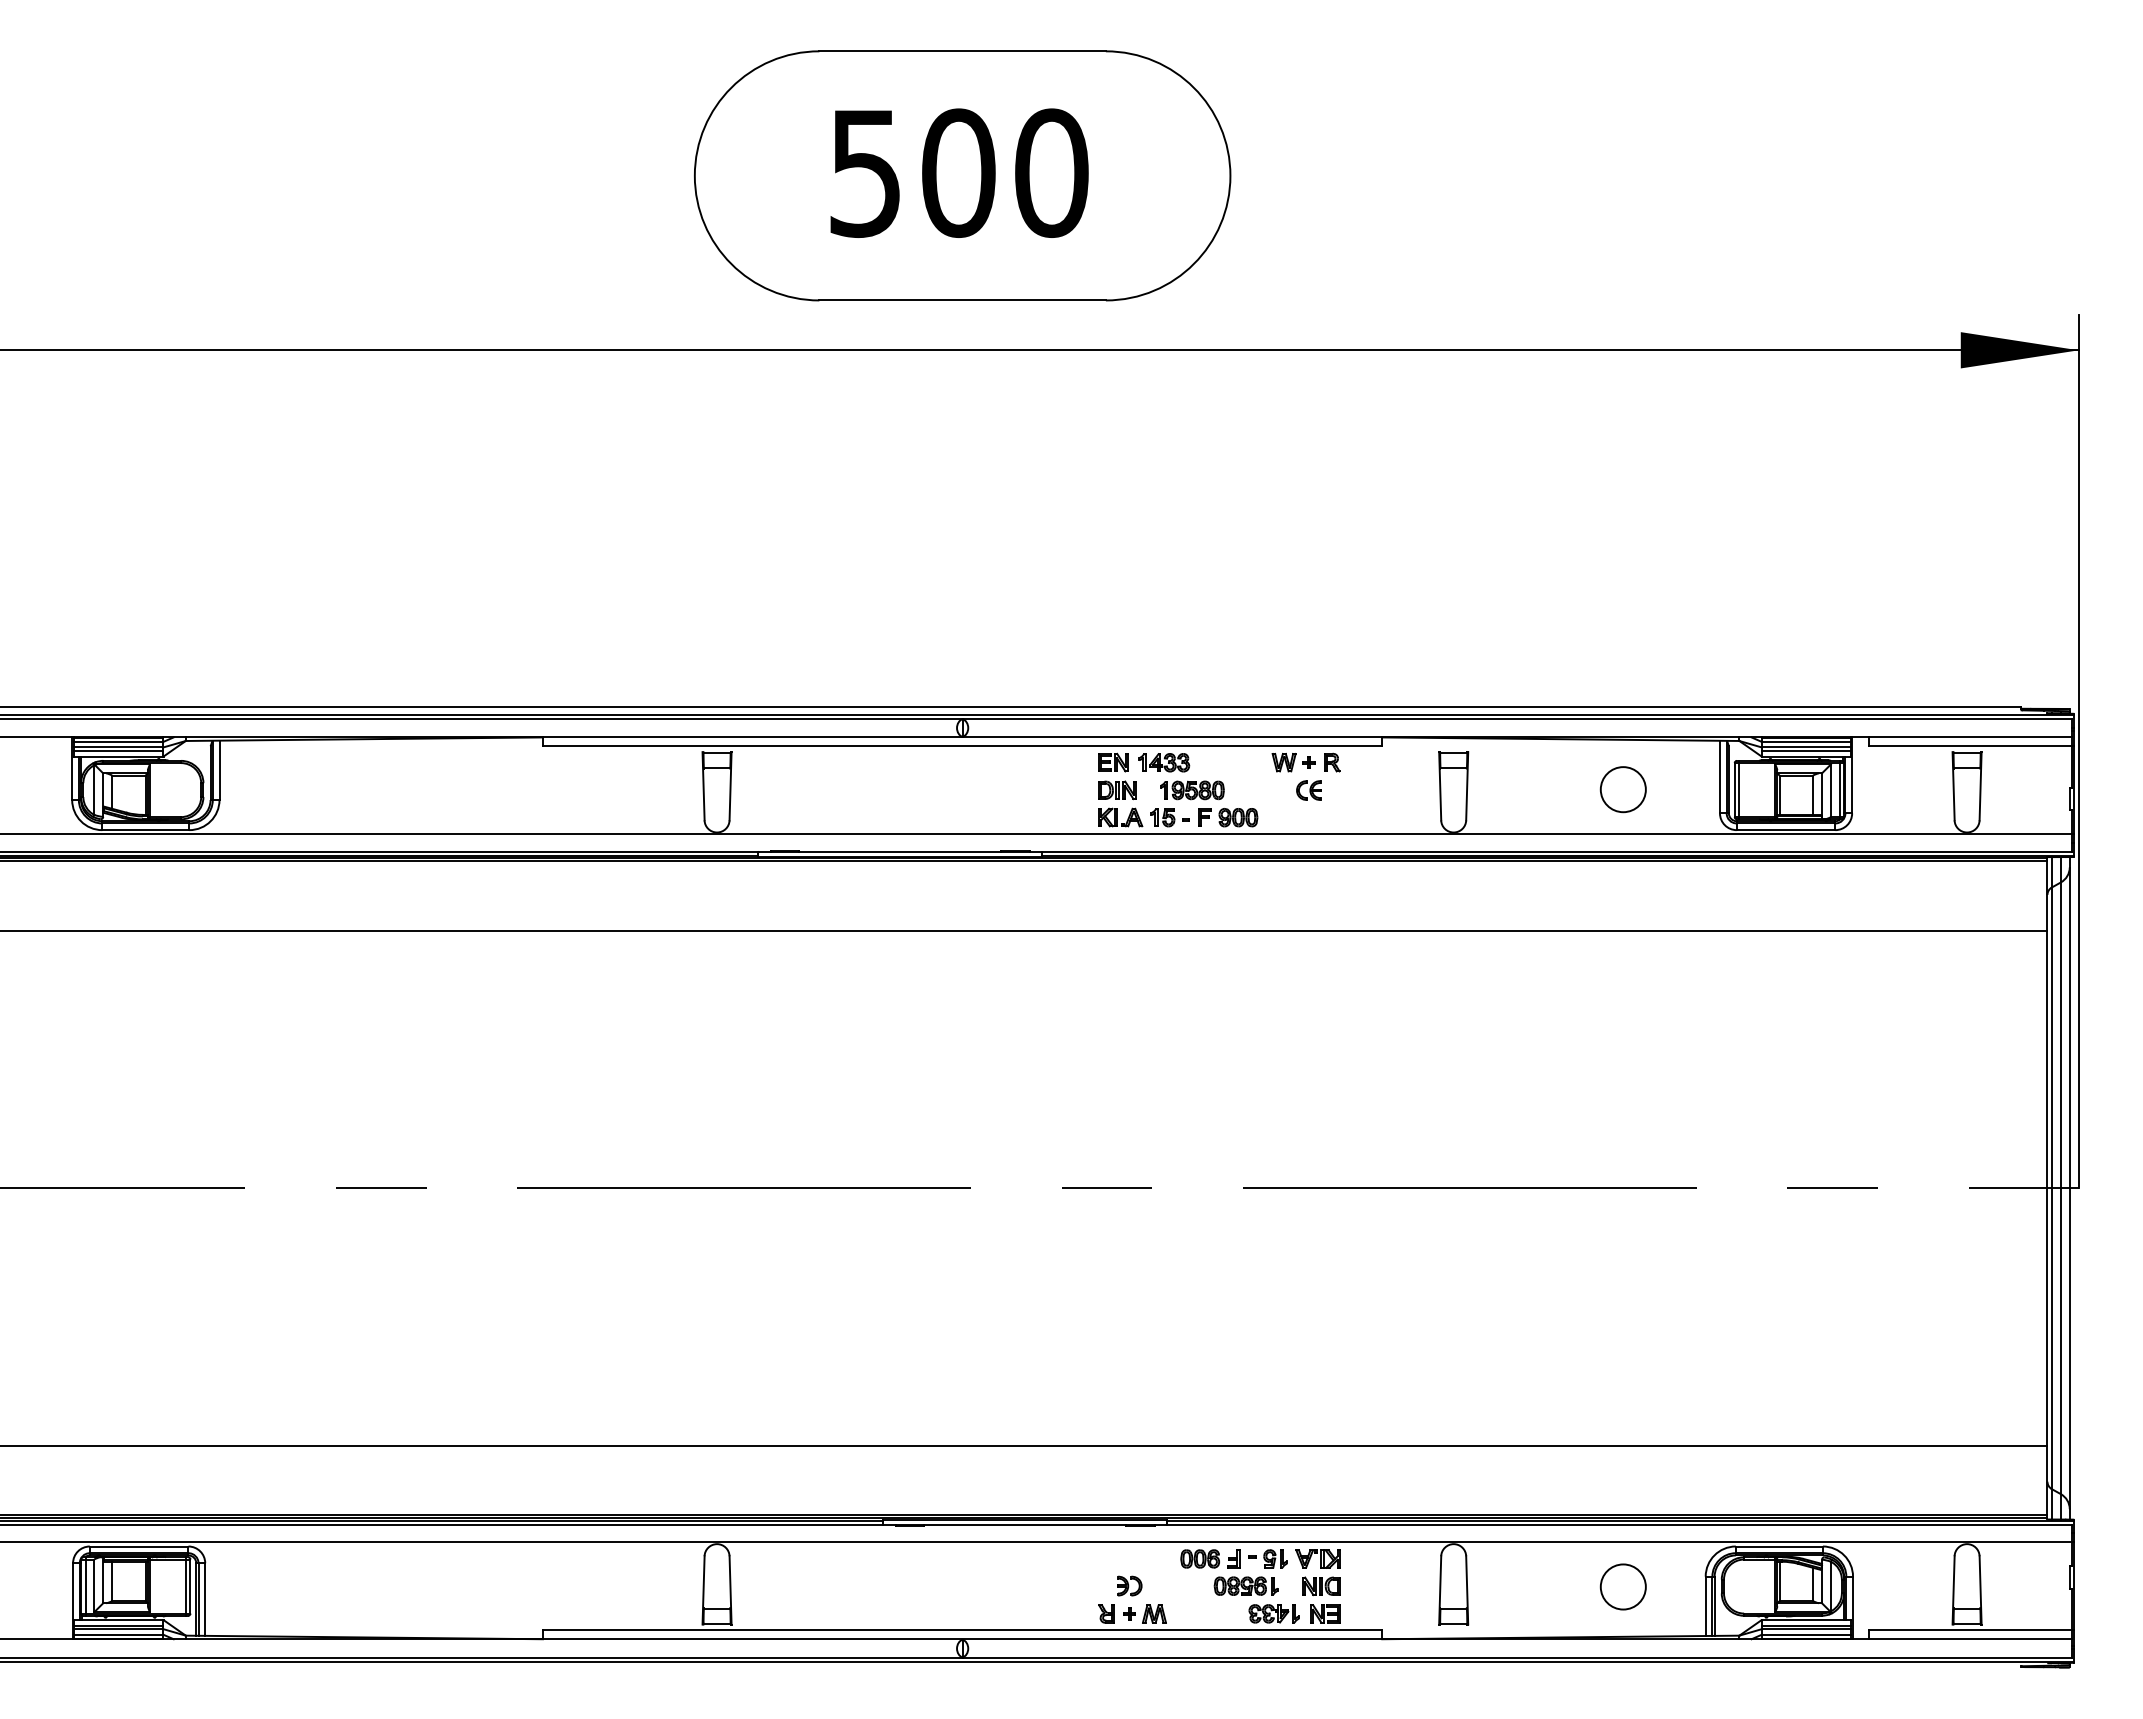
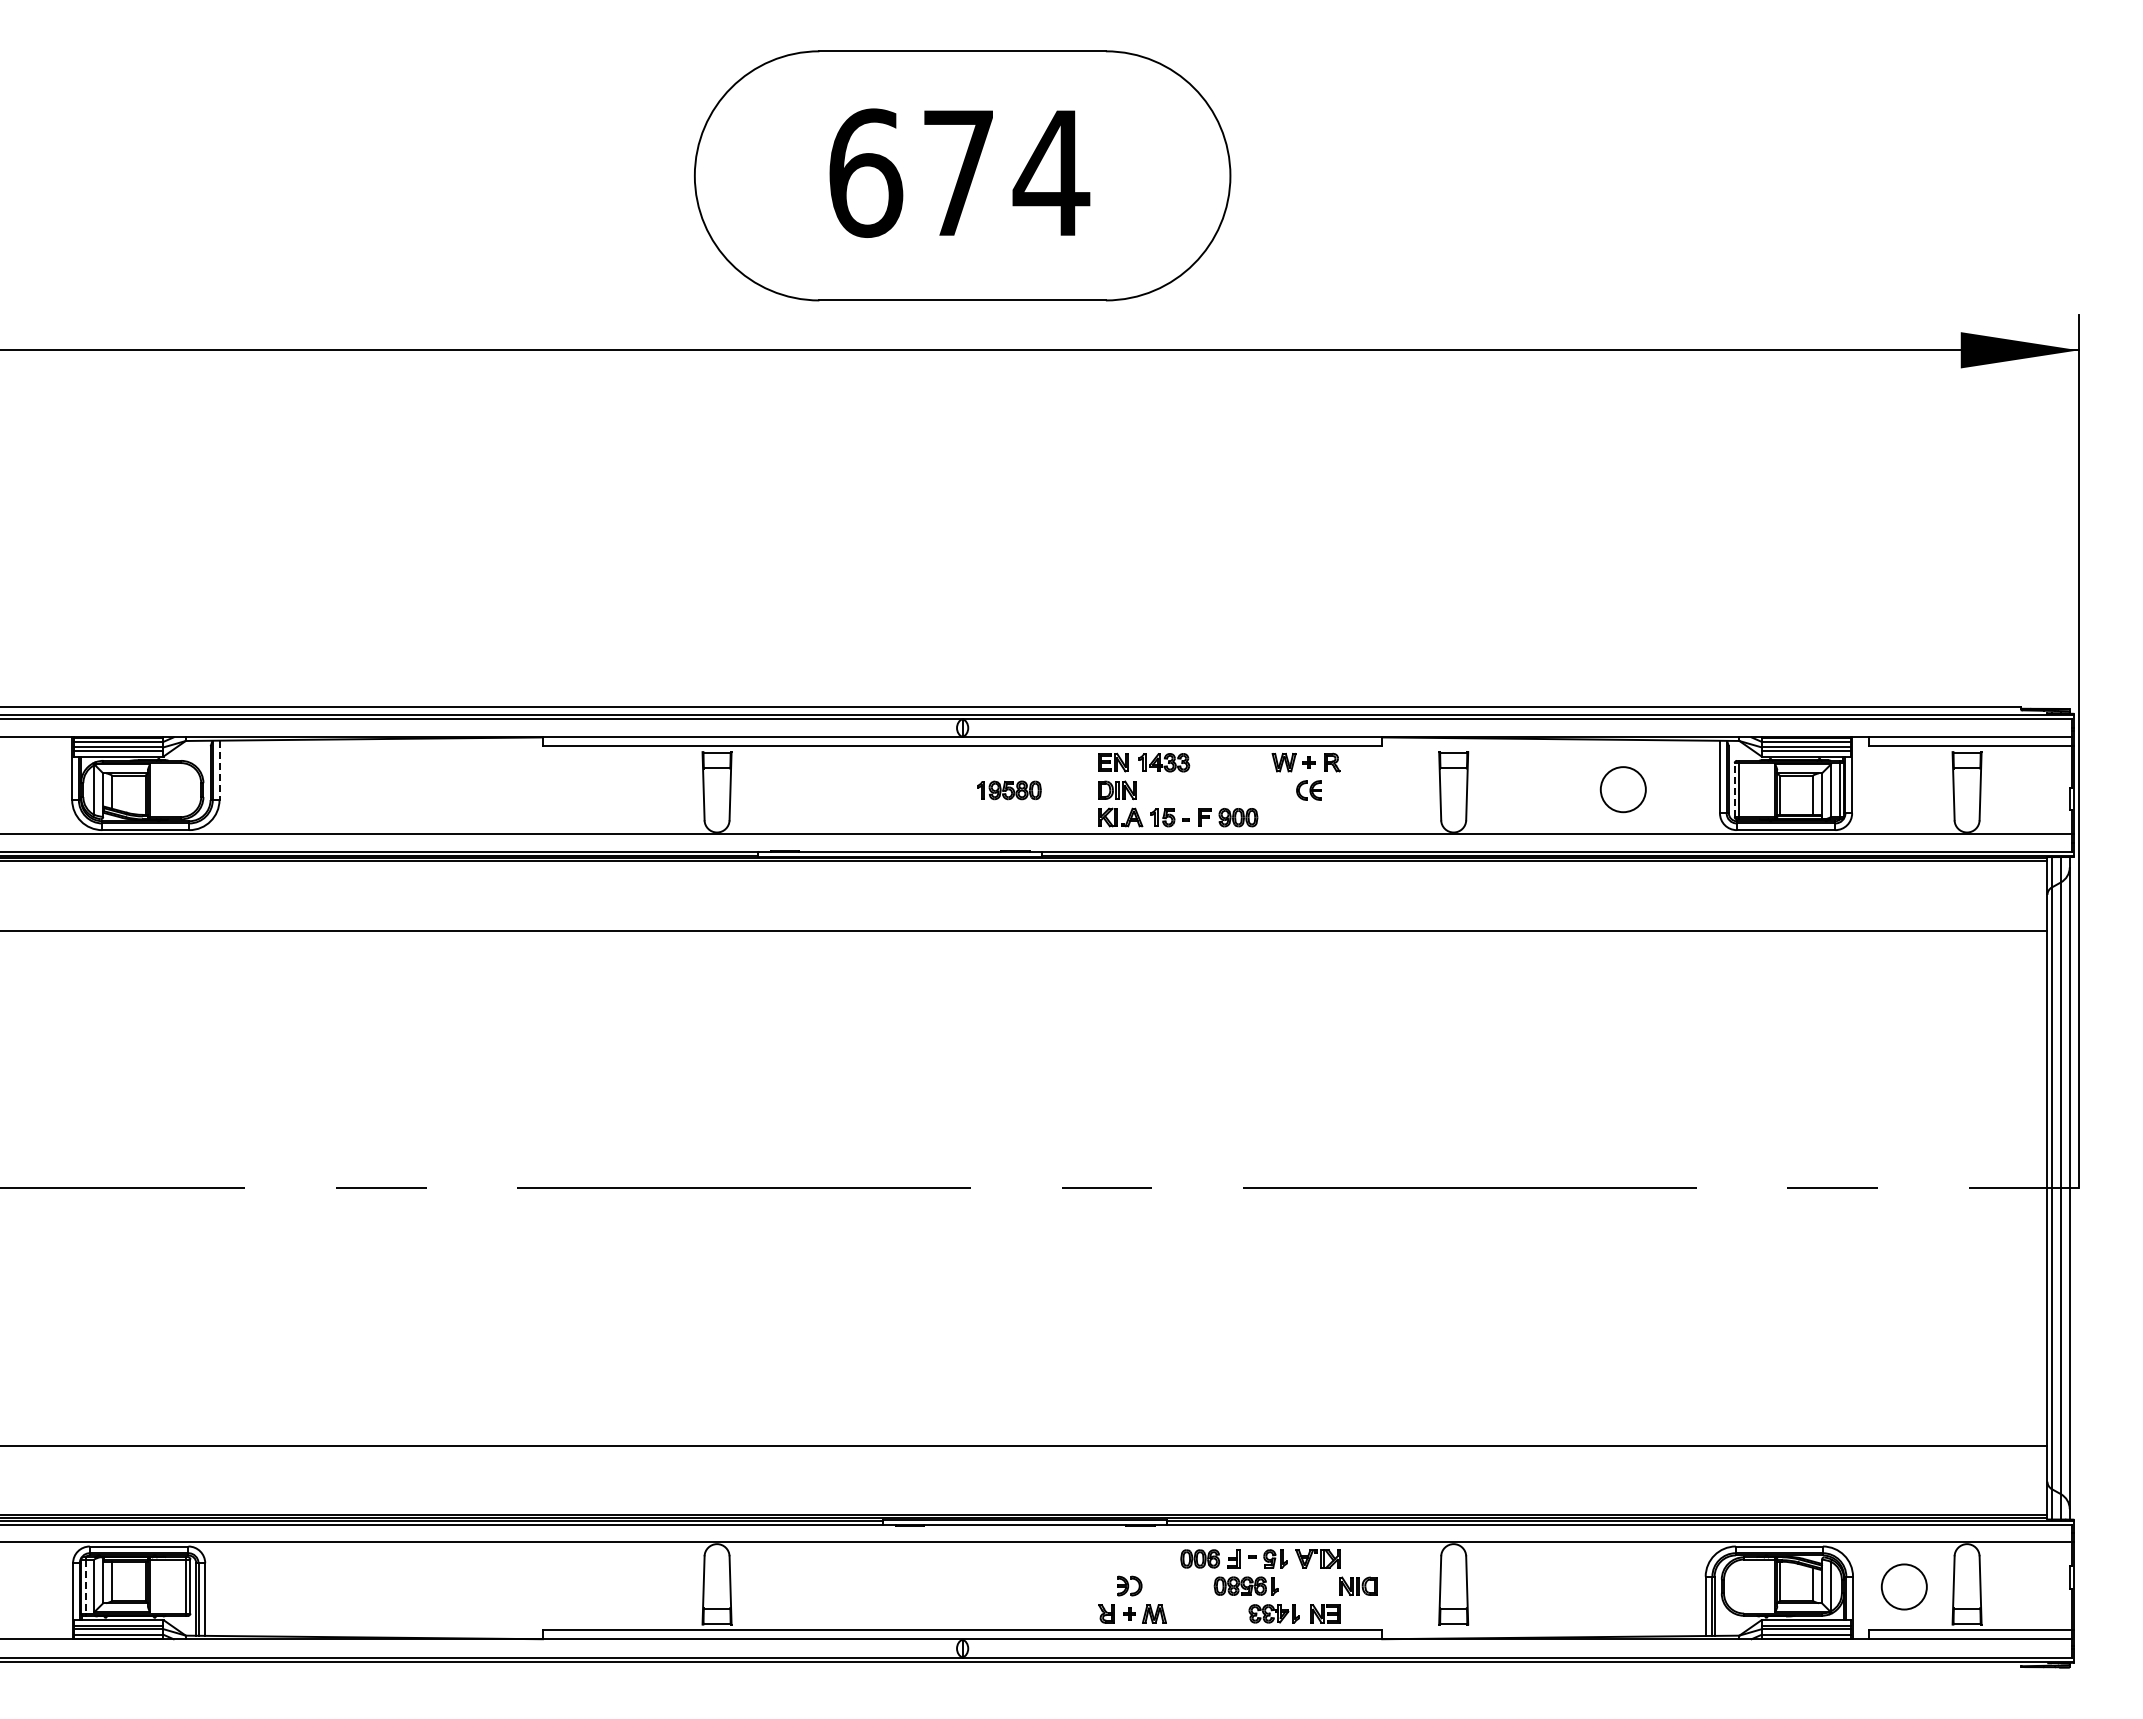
text at (959, 172): 500 -> 674
line at (219, 770): solid -> dashed
line at (1734, 789): solid -> dashed
part at (1192, 790) position: (1192, 790) -> (1009, 790)
part at (1321, 1586) position: (1321, 1586) -> (1358, 1586)
circle at (1622, 1586) position: (1622, 1586) -> (1903, 1586)
line at (85, 1587): solid -> dashed
